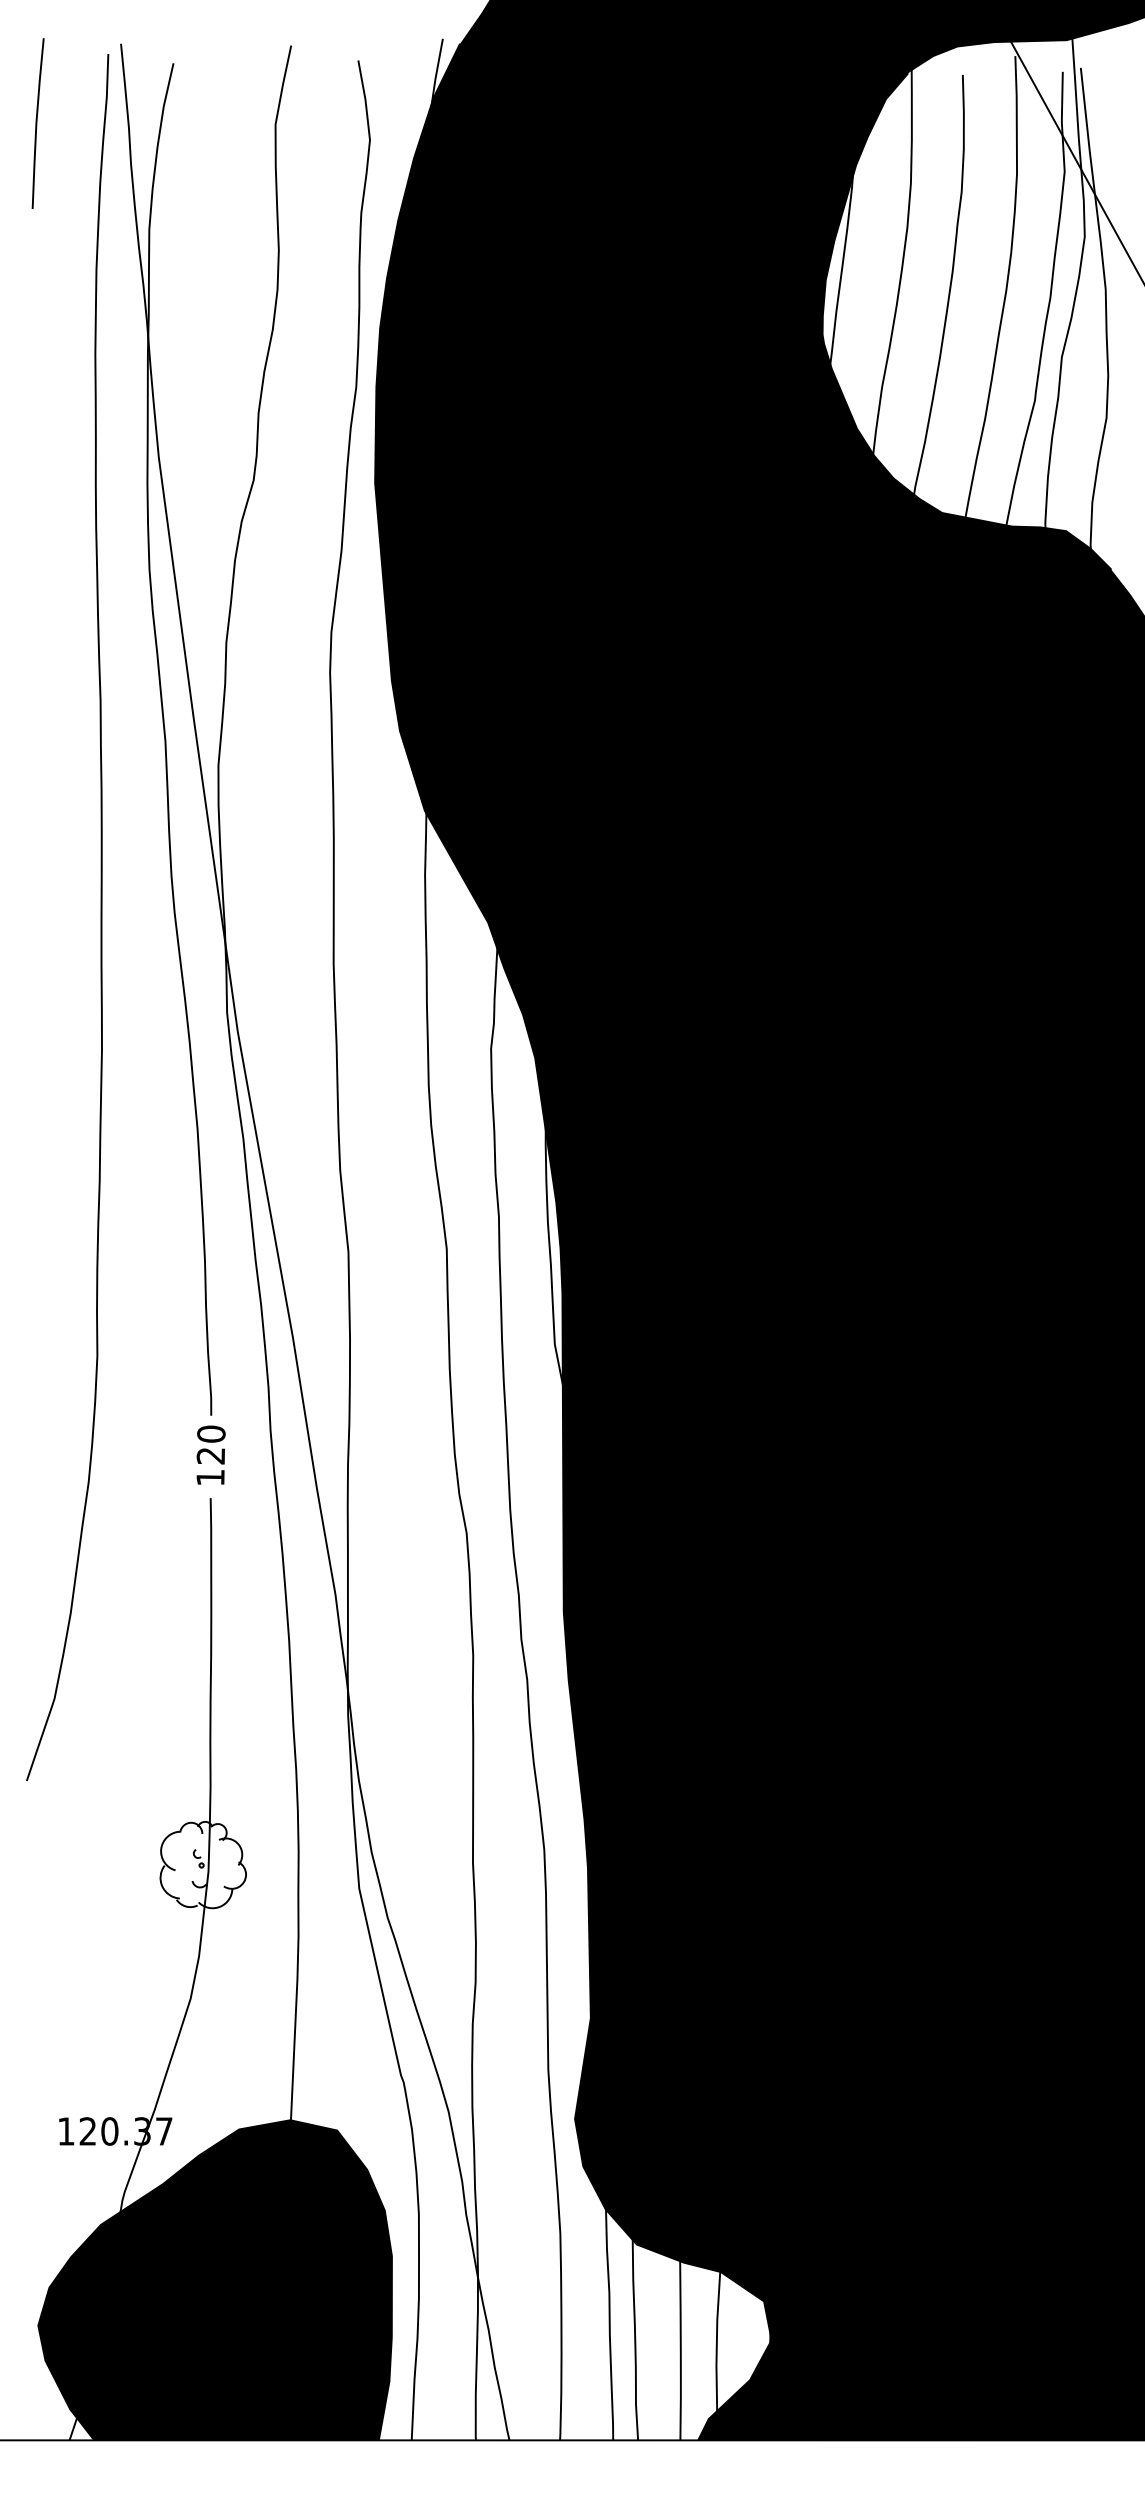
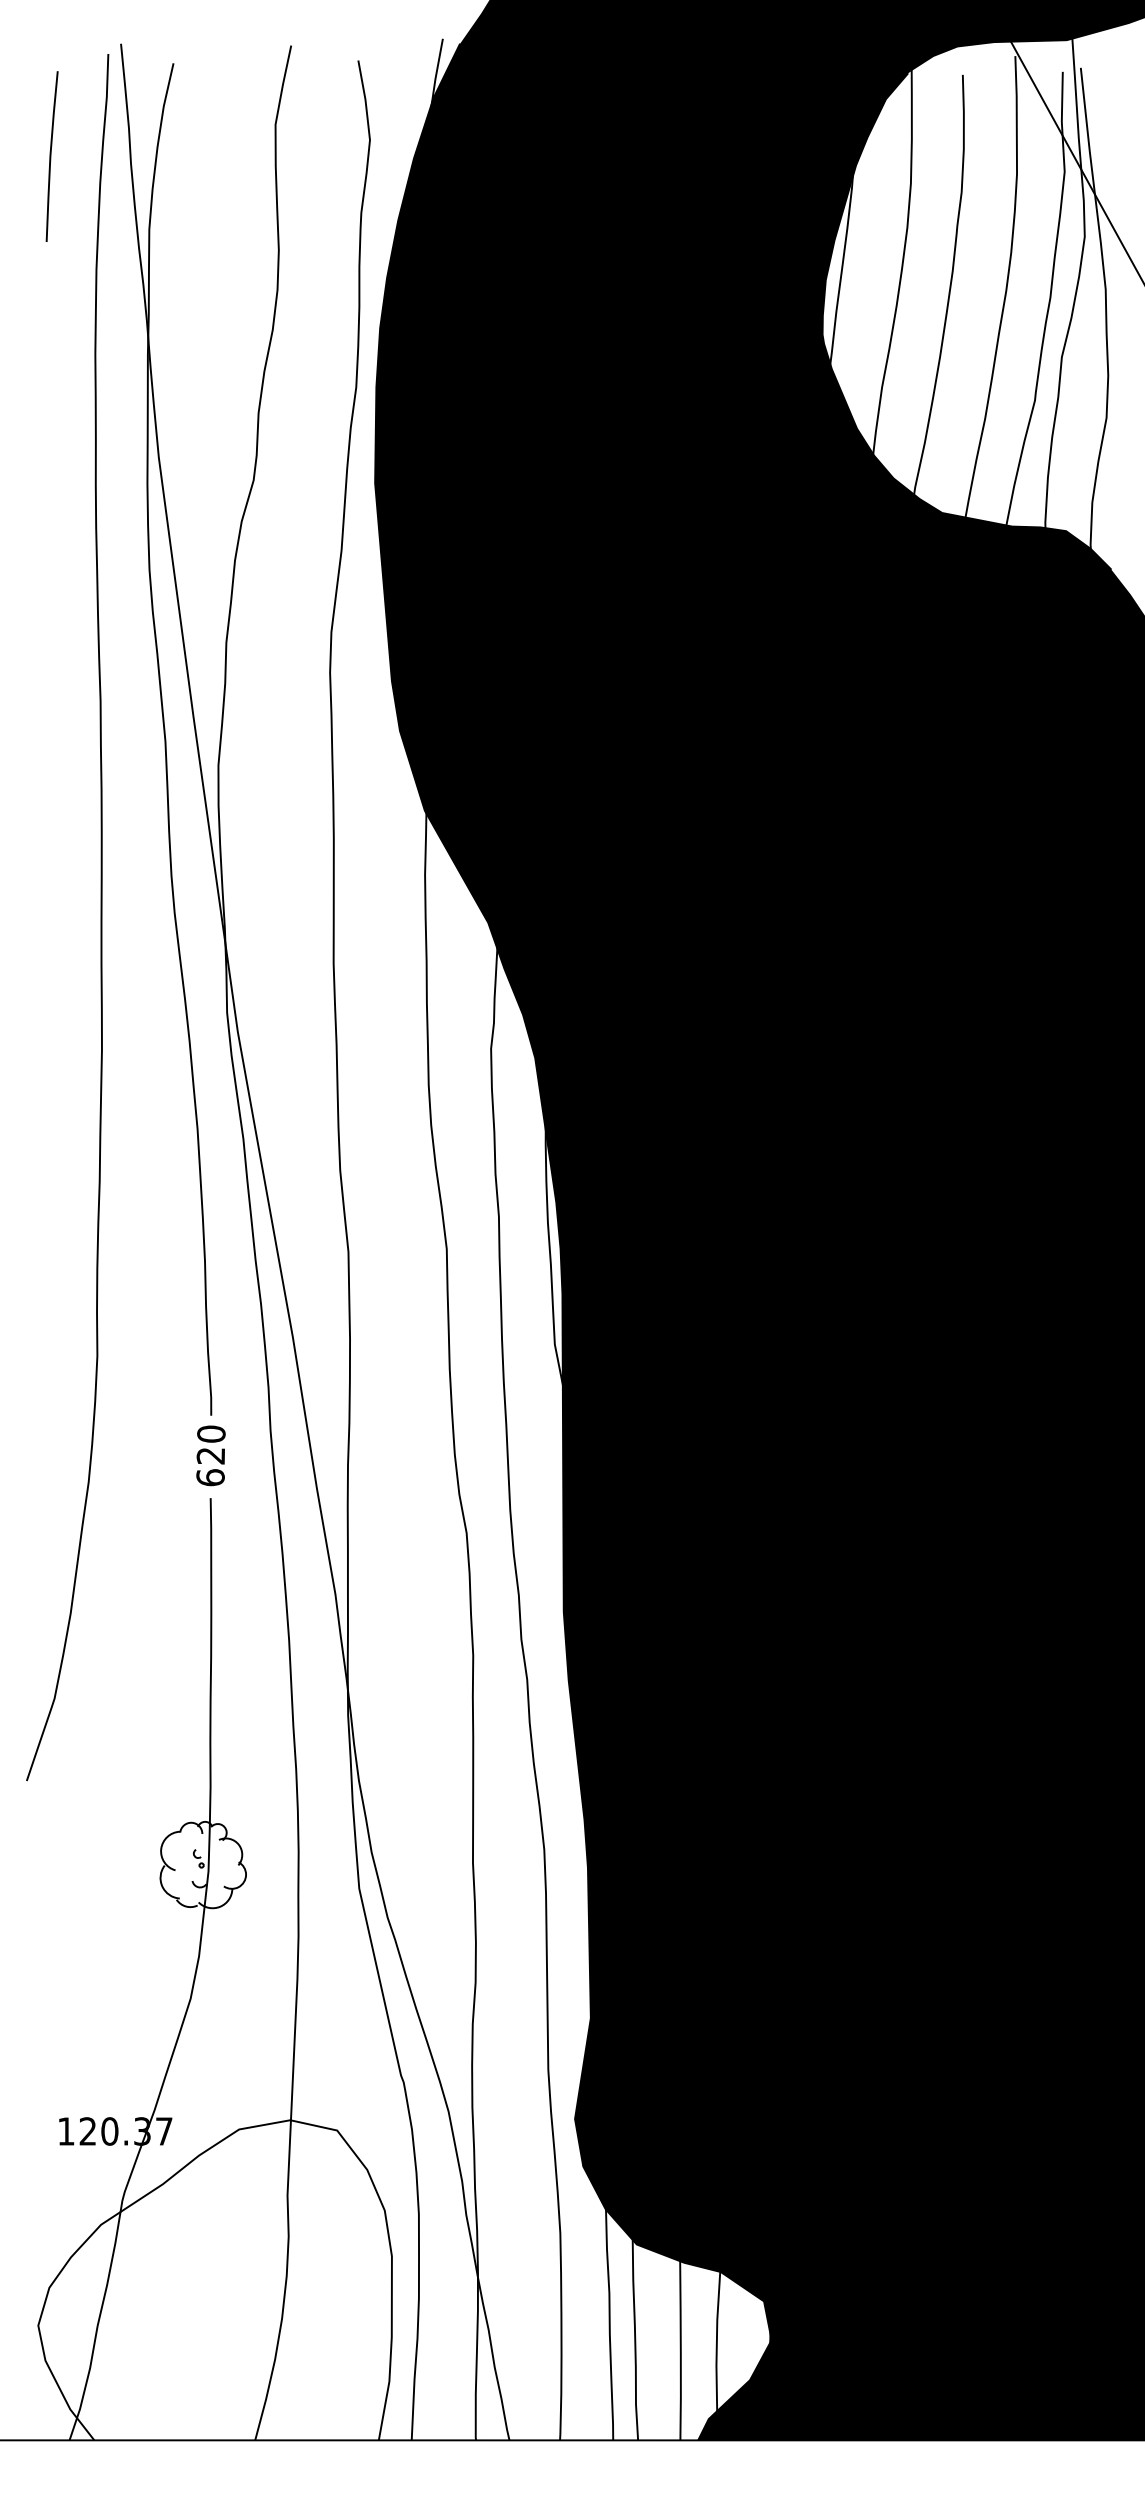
line at (37, 123) position: (37, 123) -> (51, 156)
text at (210, 1477): 120 -> 620
fill at (214, 2280): present -> none
